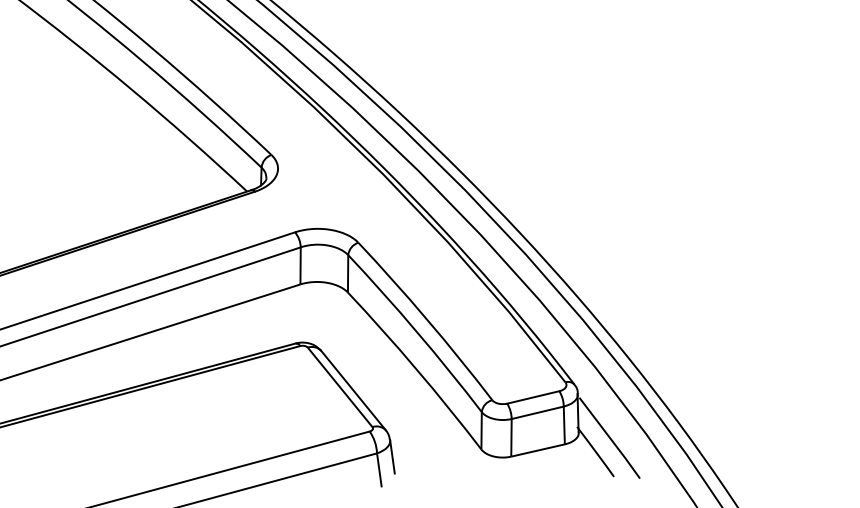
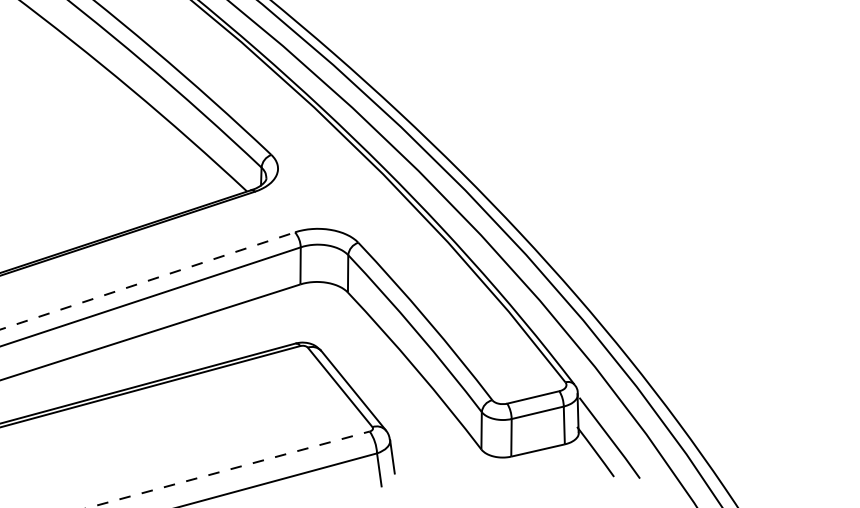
line at (147, 280): solid -> dashed
line at (228, 469): solid -> dashed
